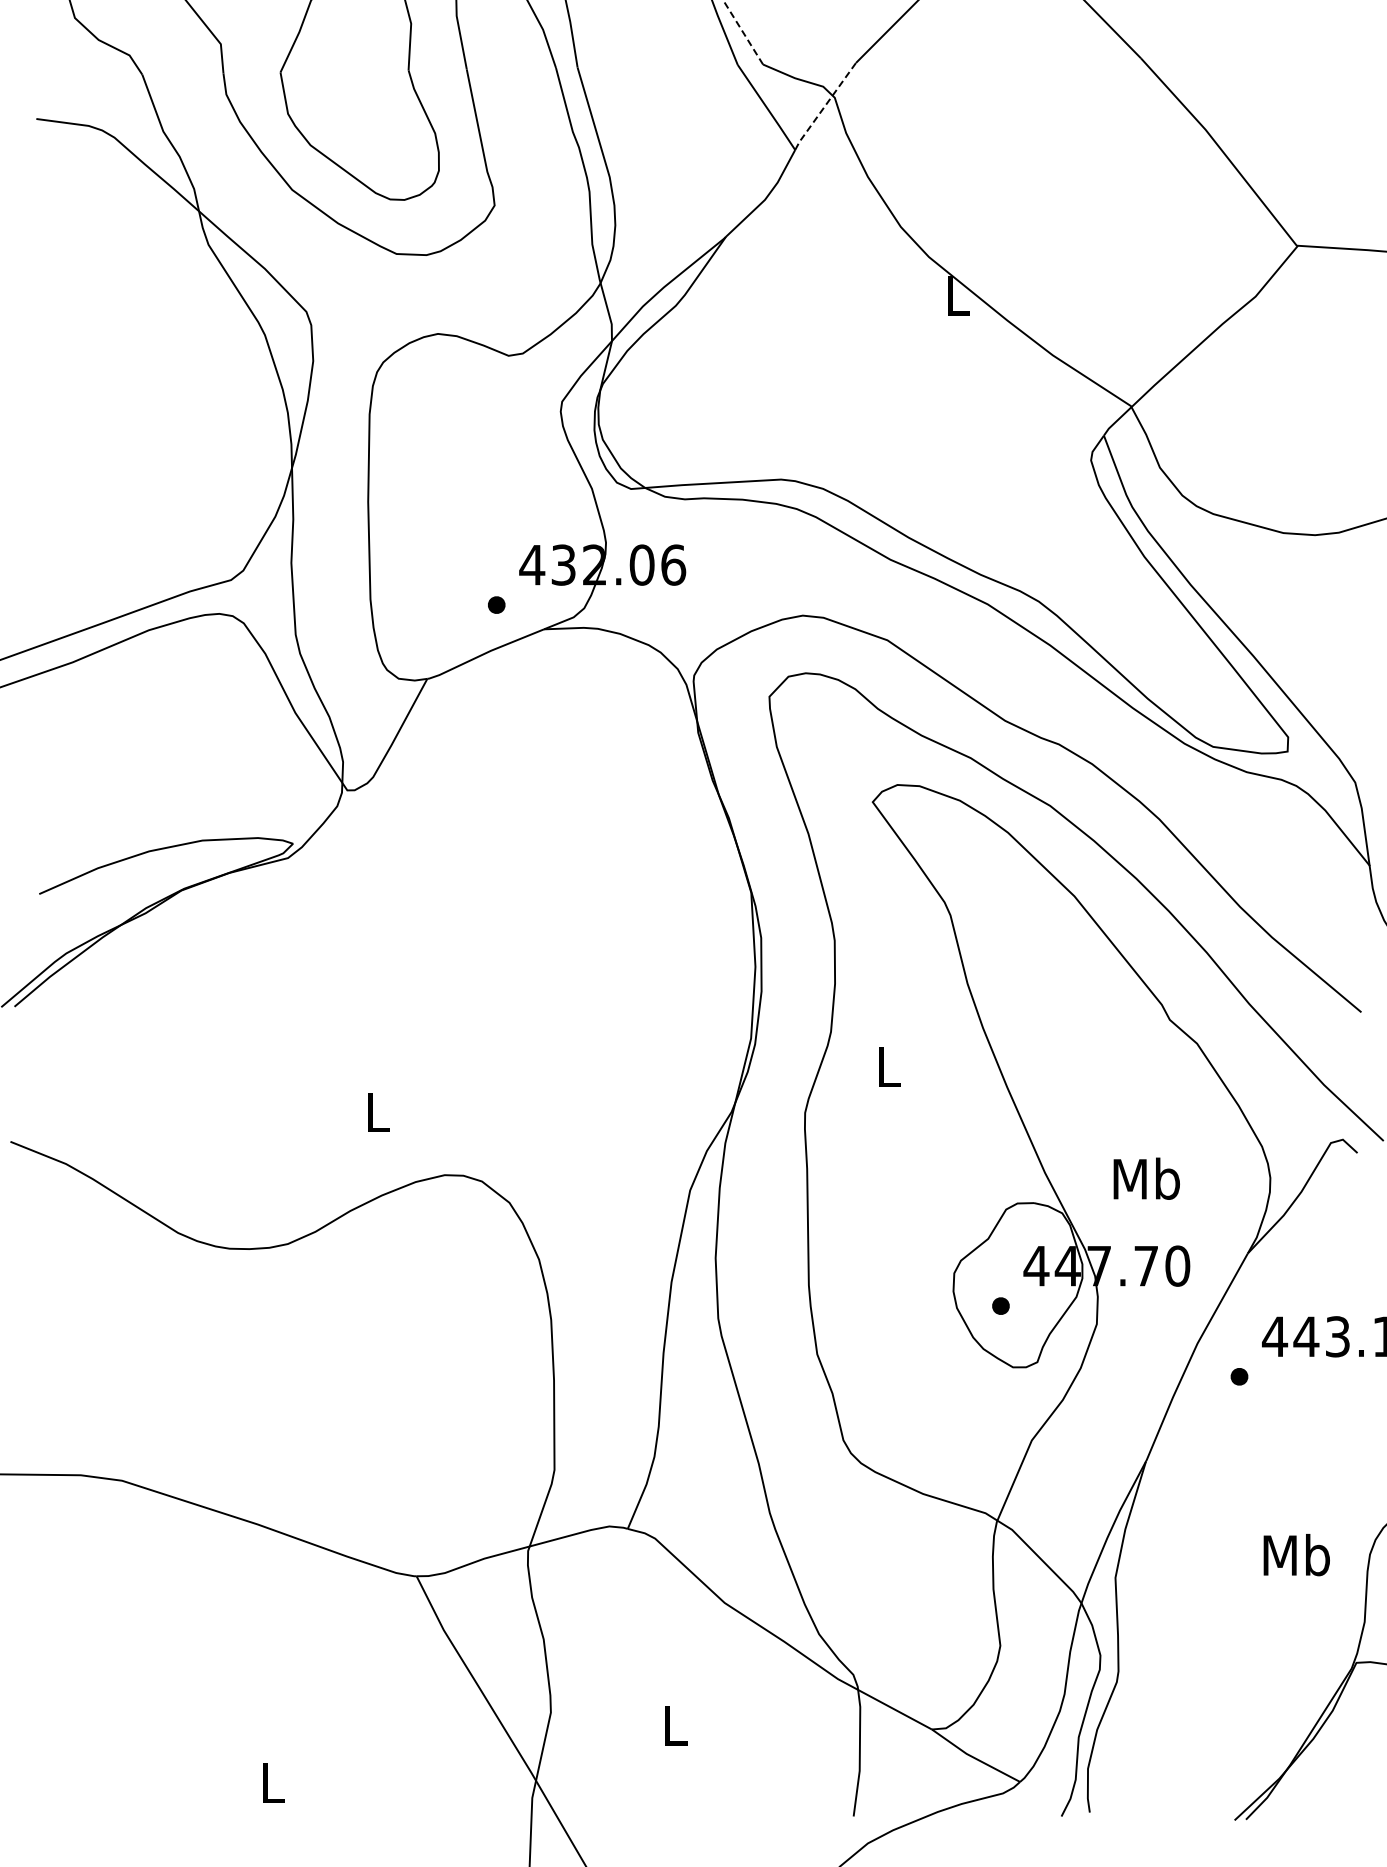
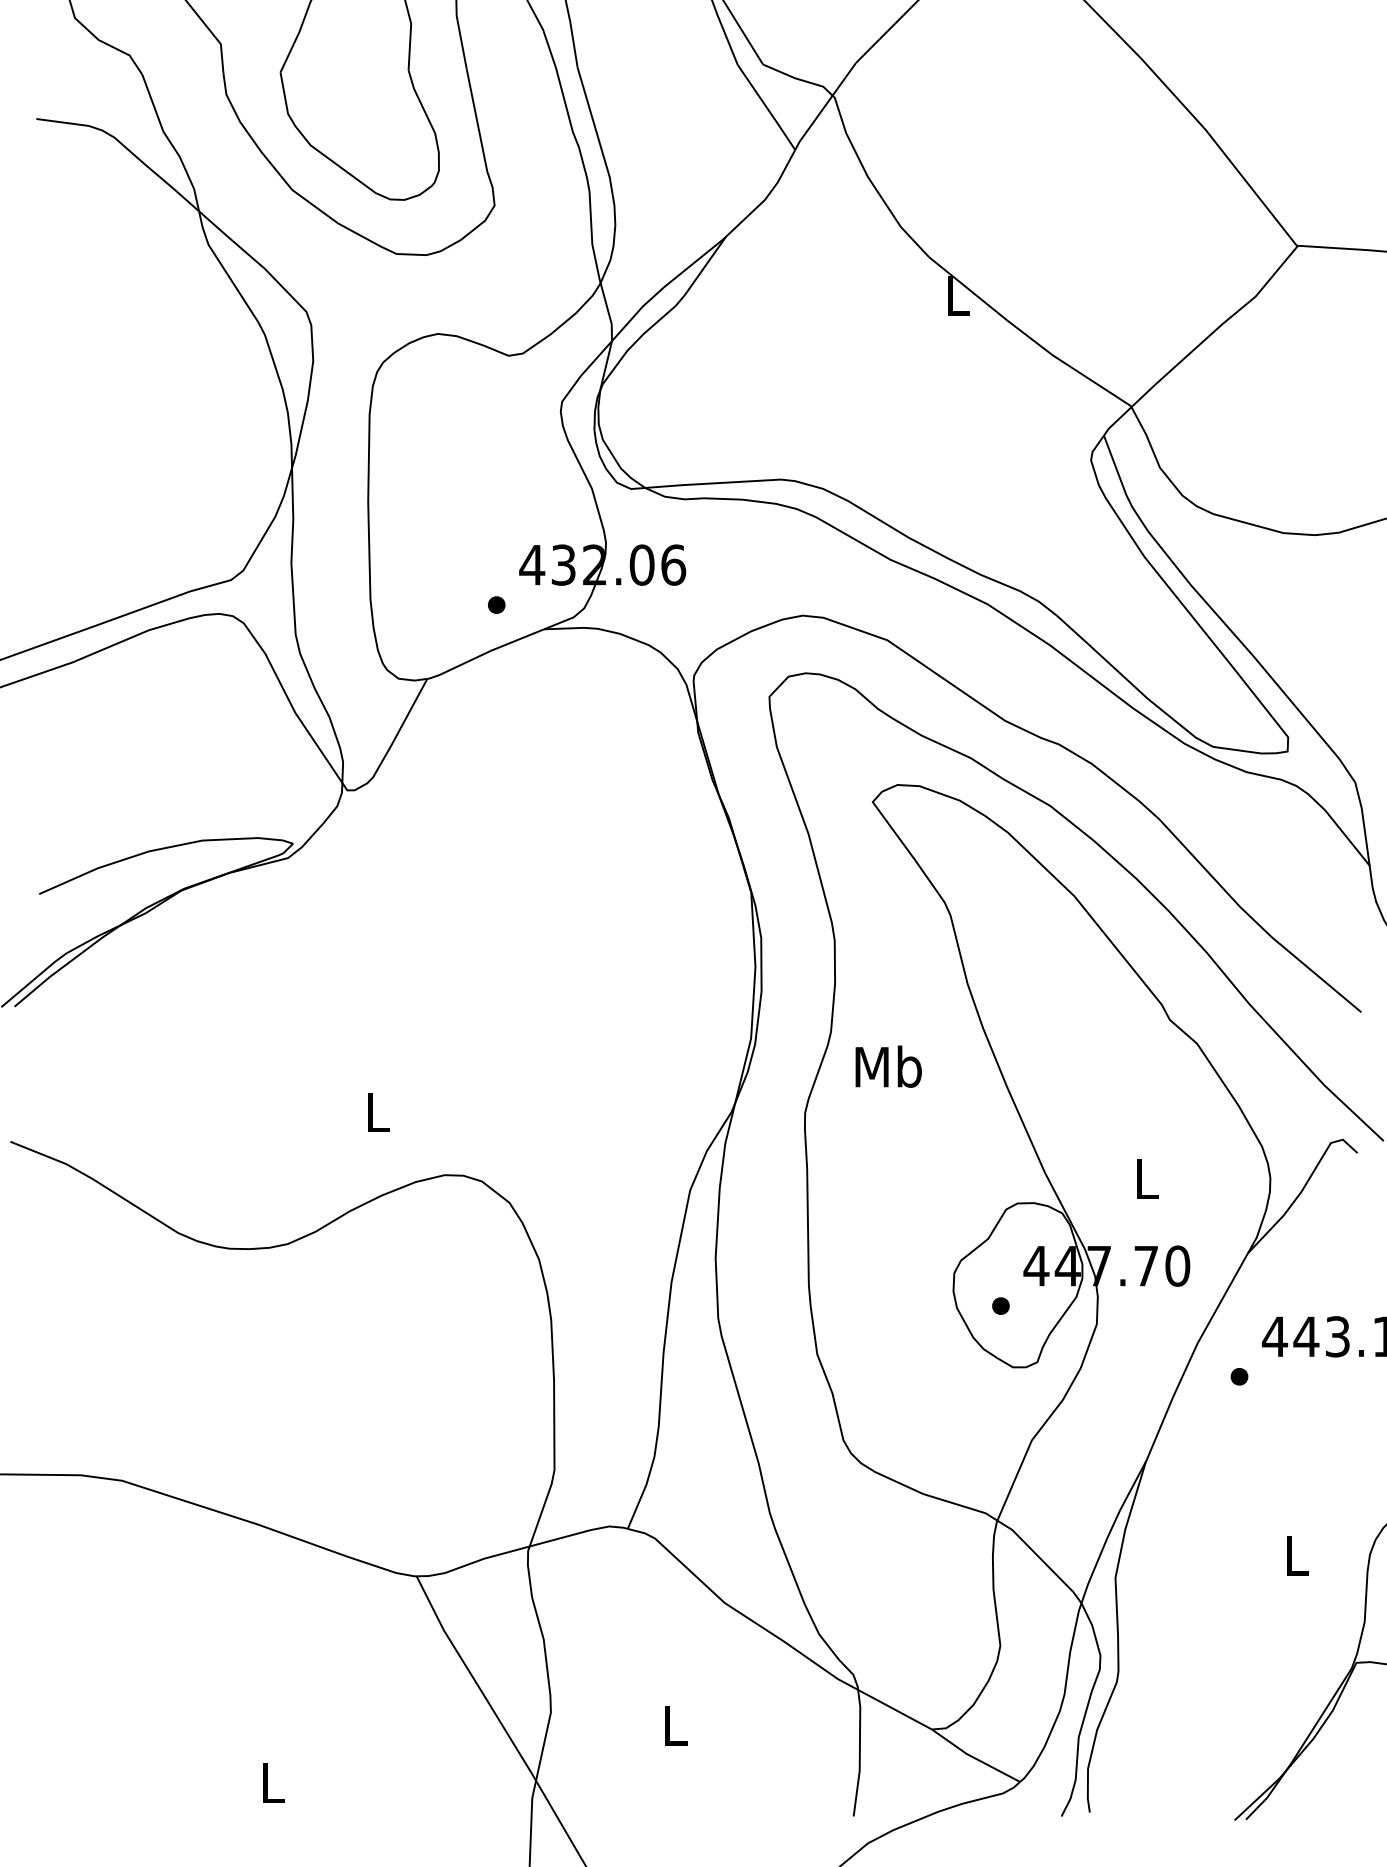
line at (743, 32): dashed -> solid
line at (824, 106): dashed -> solid
text at (888, 1066): L -> Mb
text at (1146, 1178): Mb -> L
text at (1296, 1554): Mb -> L
